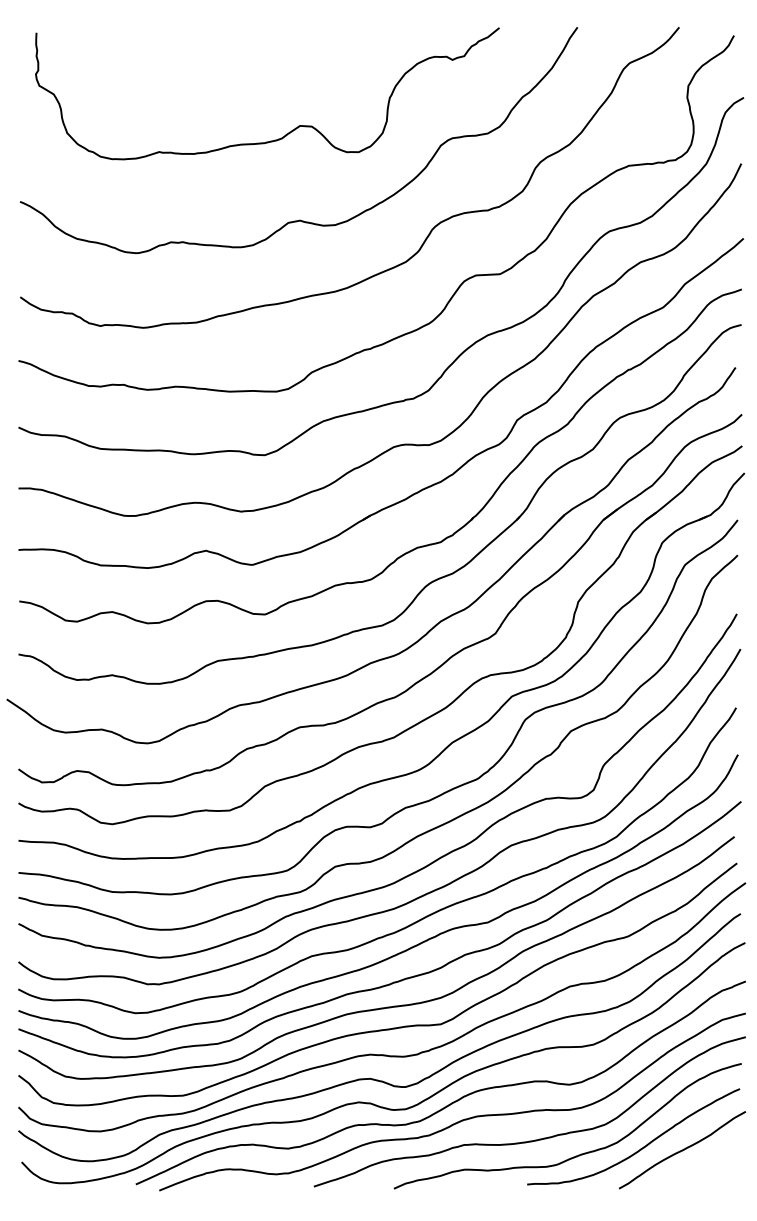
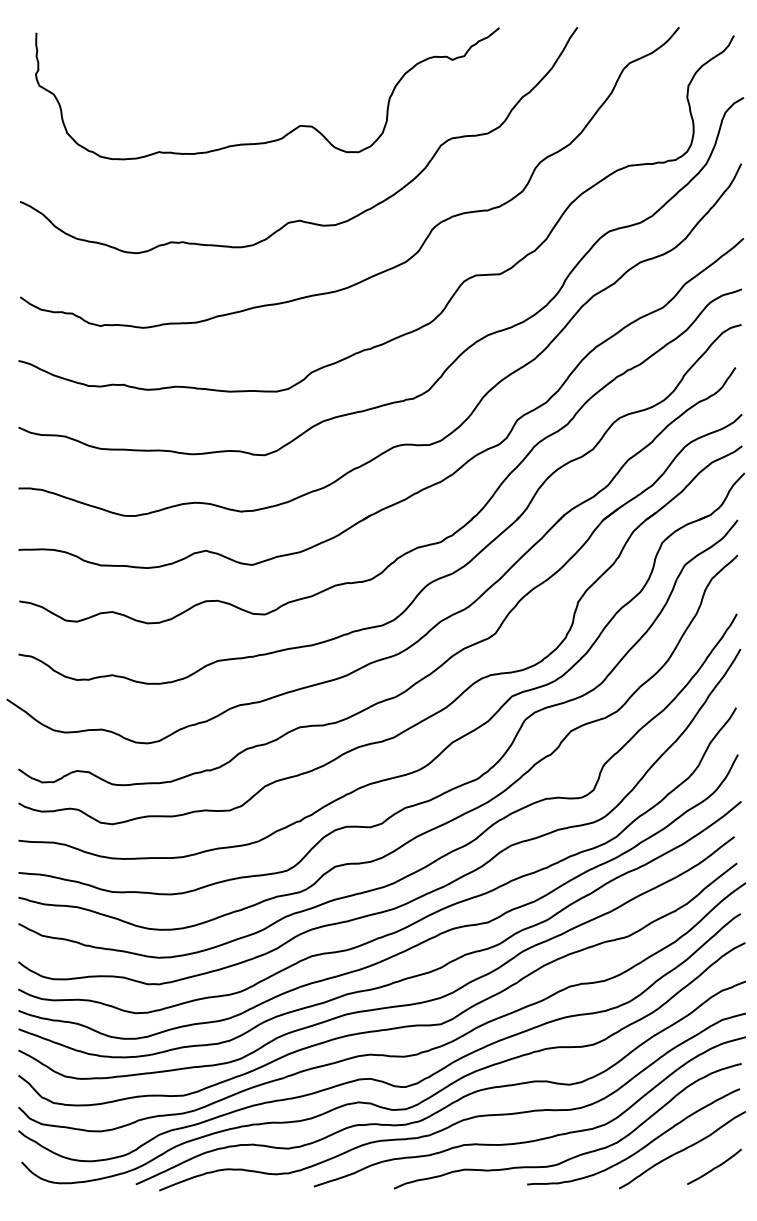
curve at (715, 1166): none -> present
